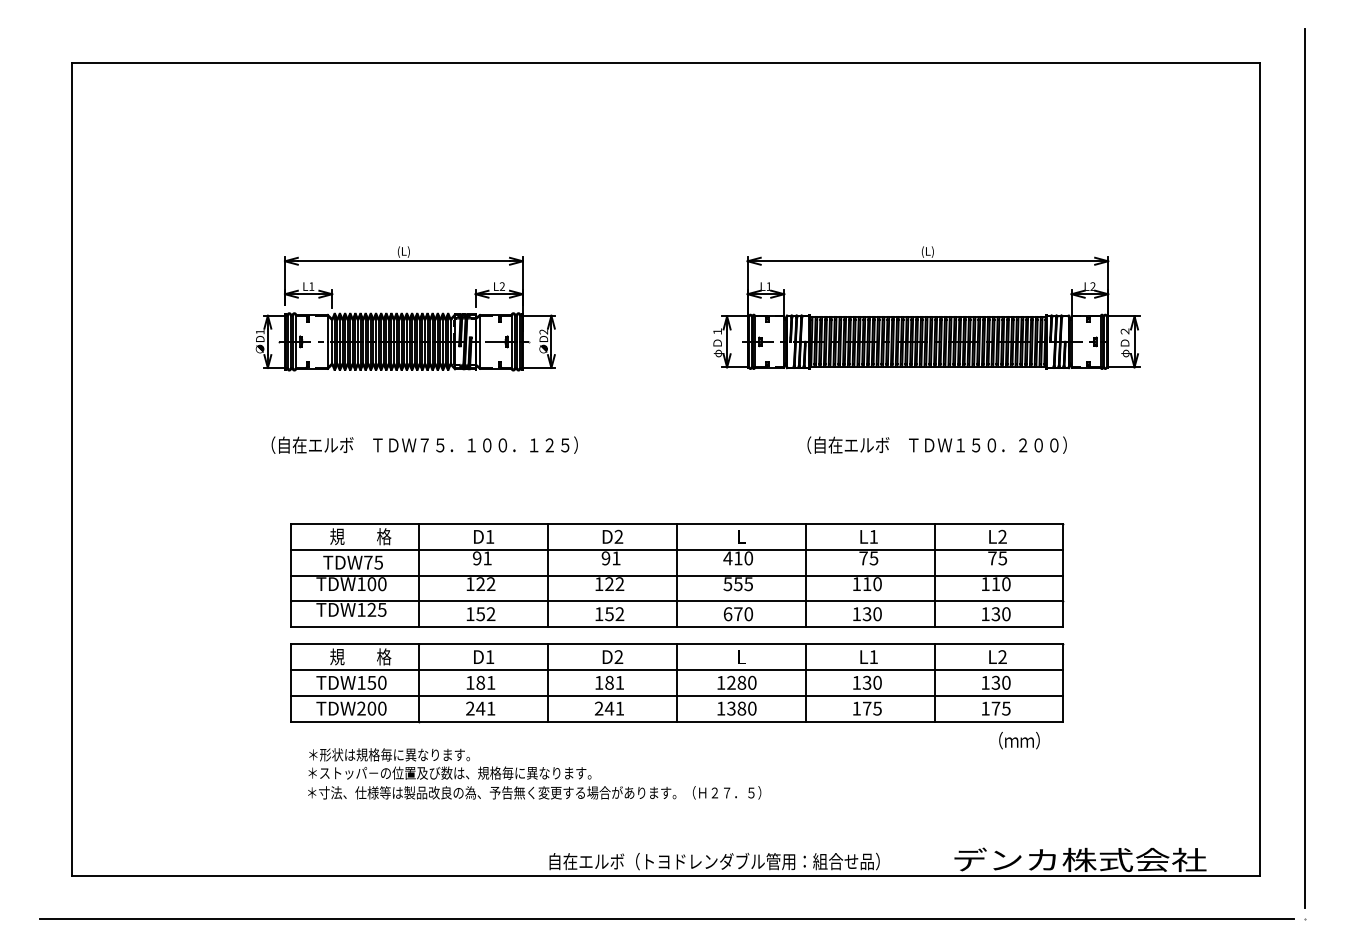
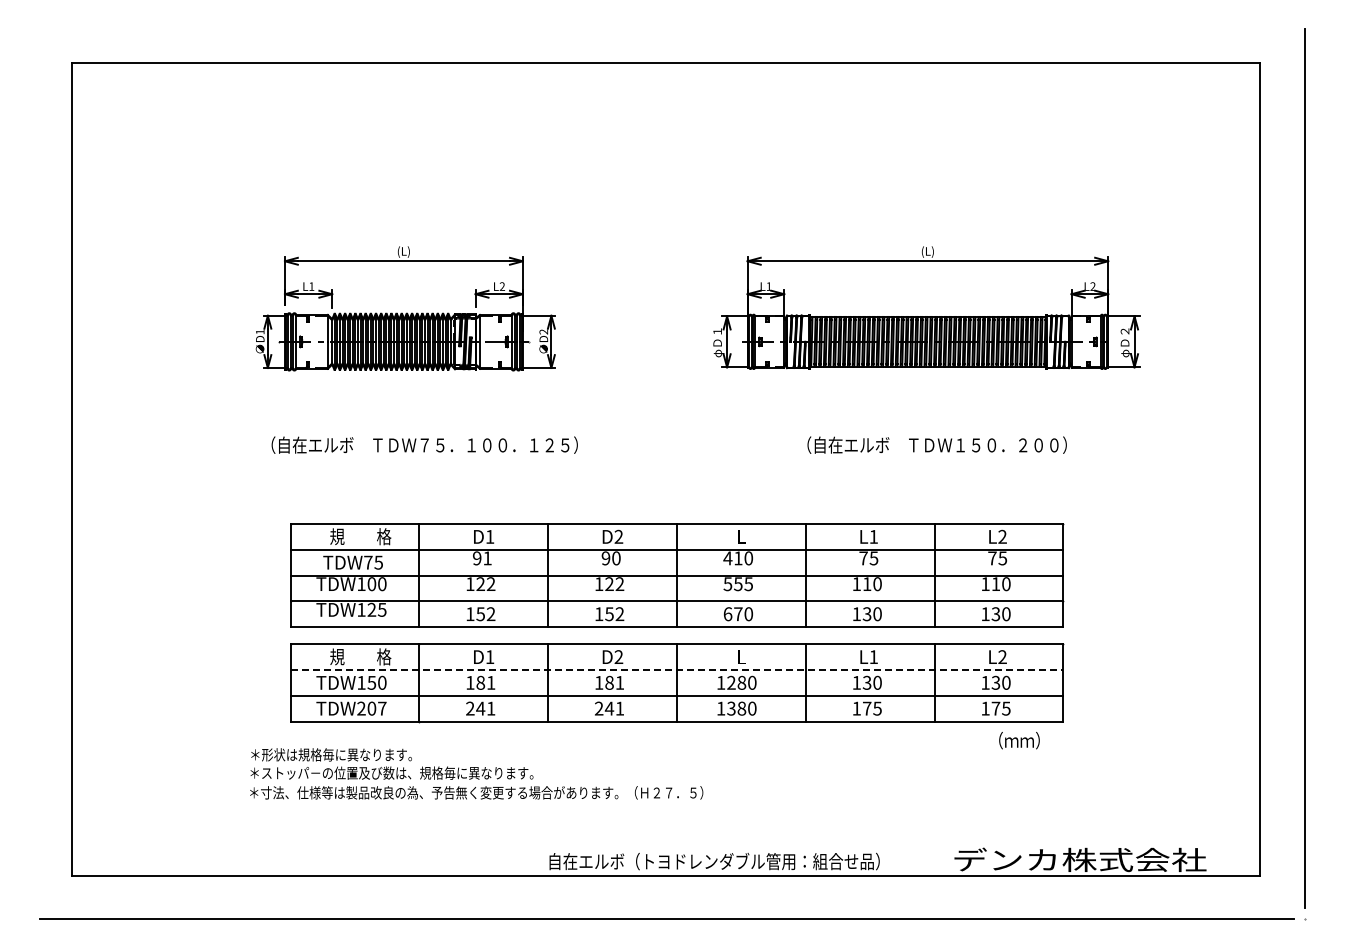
text at (616, 558): 91 -> 90
line at (677, 670): solid -> dashed
text at (382, 708): TDW200 -> TDW207
text at (534, 773) position: (534, 773) -> (476, 773)
